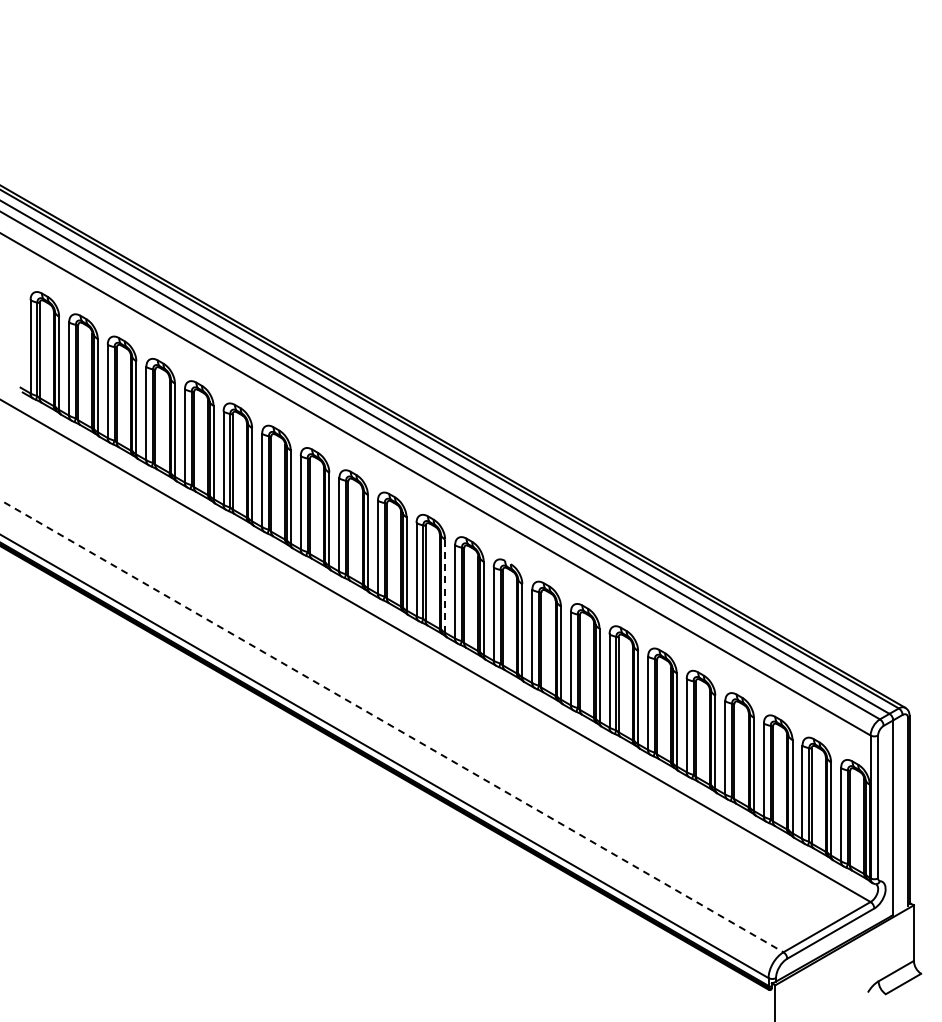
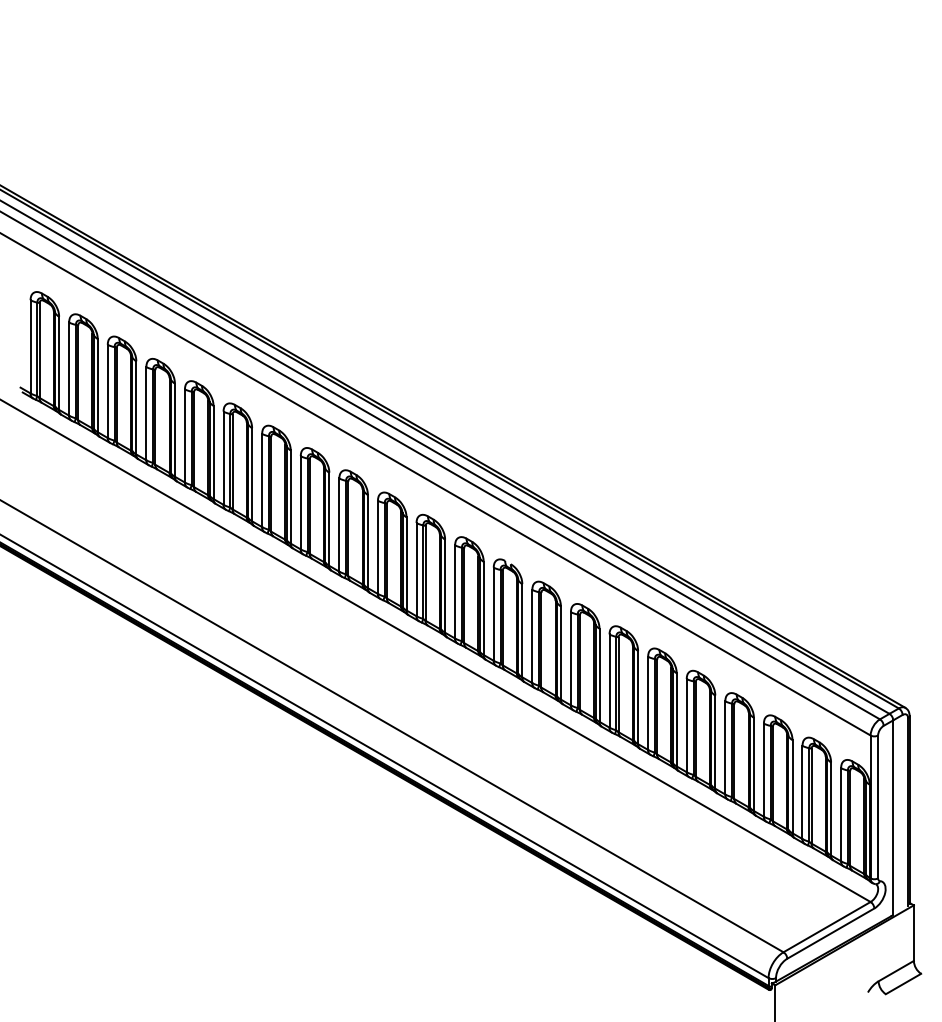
line at (445, 586): dashed -> solid
line at (392, 726): dashed -> solid
